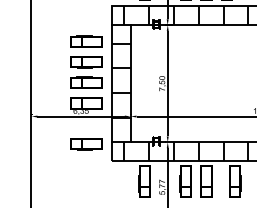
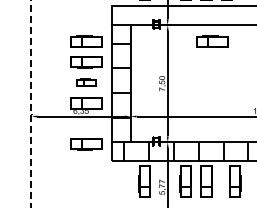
hatch at (186, 15): present -> none
part at (212, 41): none -> present
part at (86, 82) size: 33x13 px -> 21x9 px
line at (31, 103): solid -> dashed
